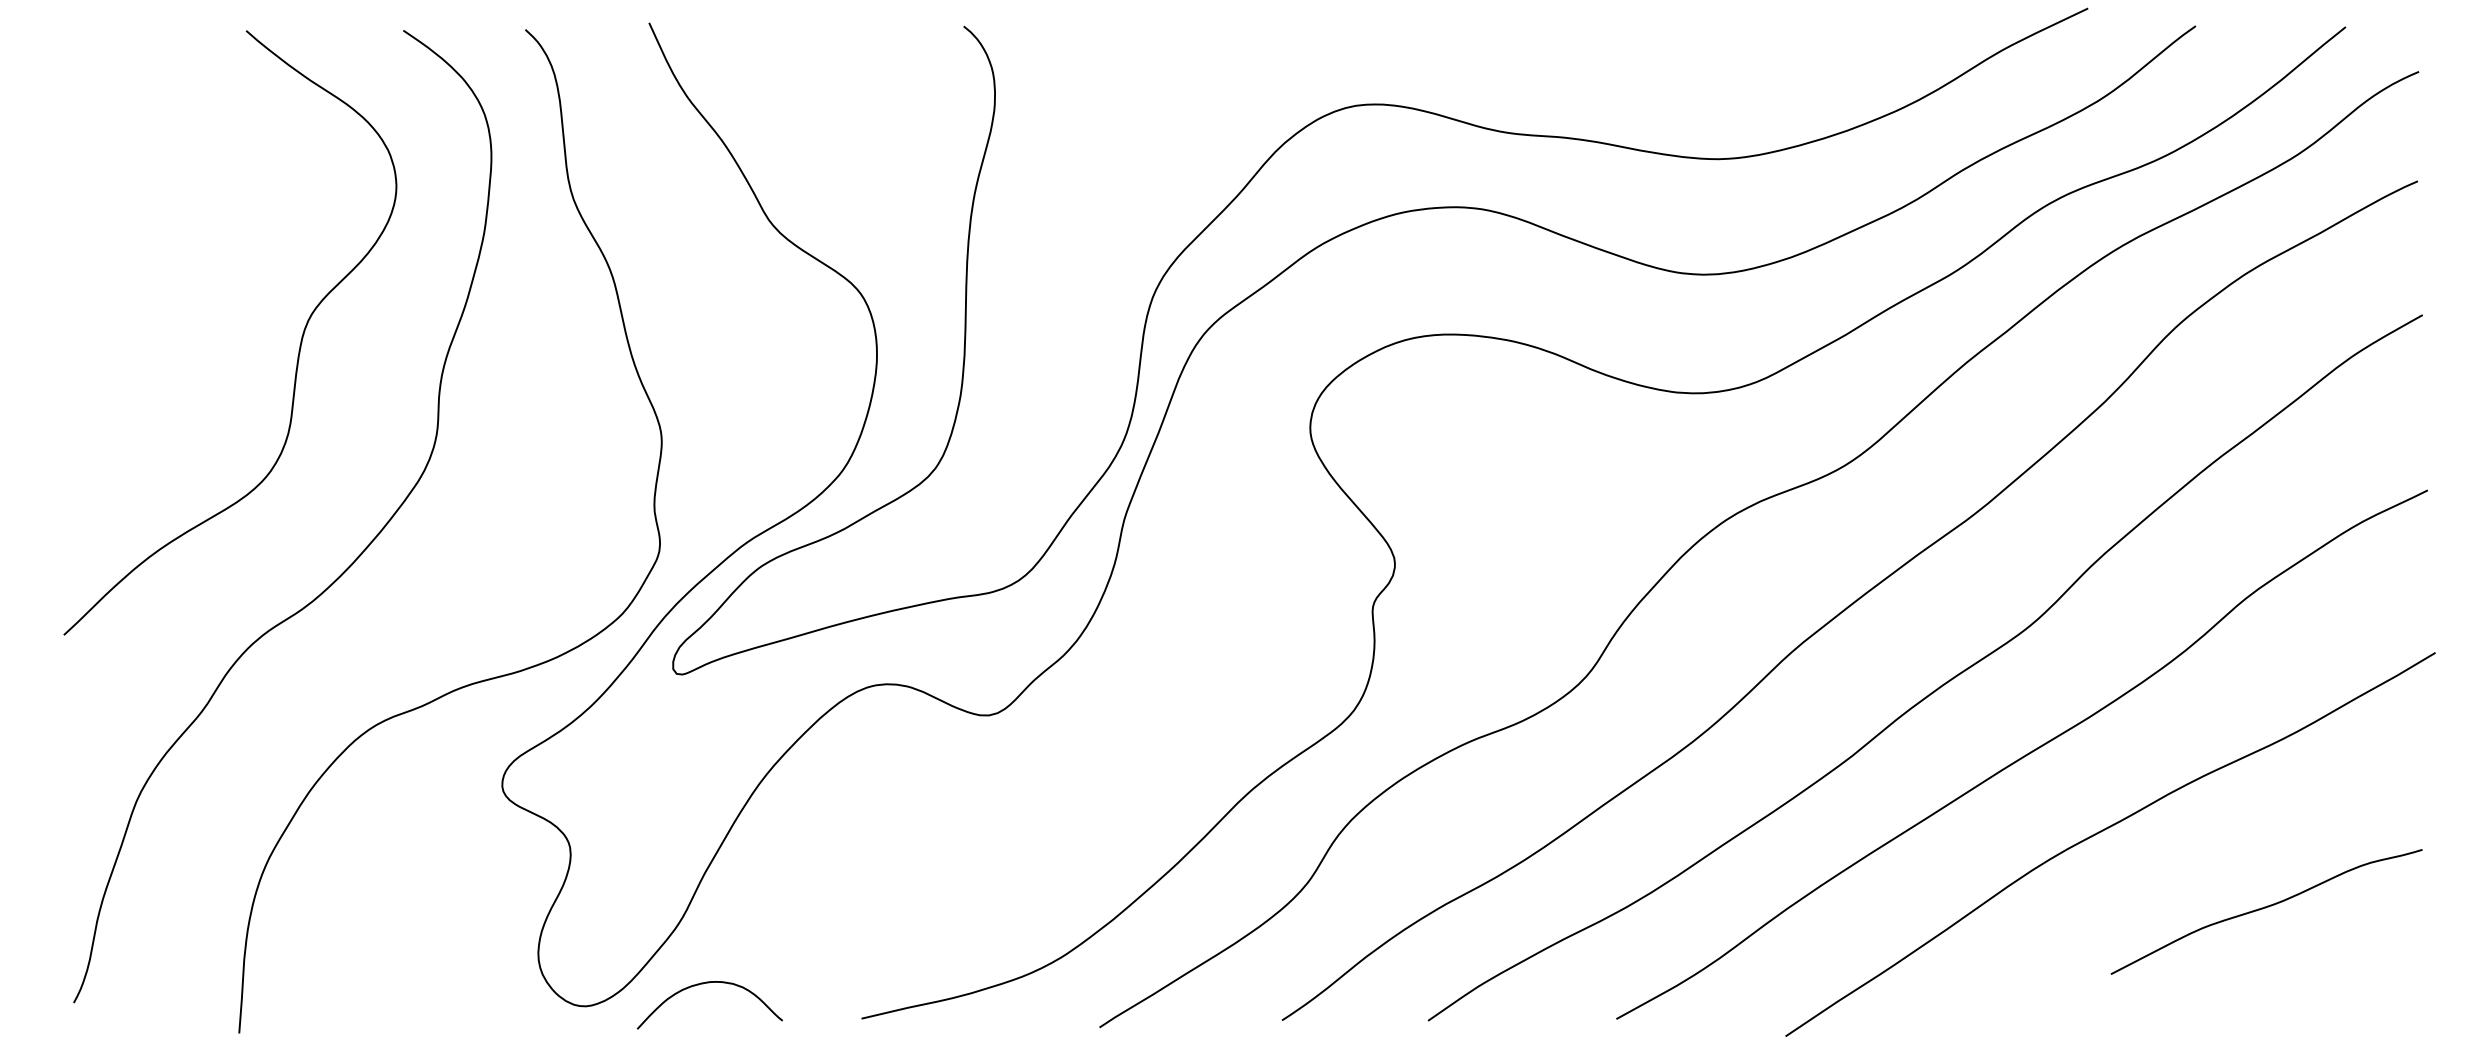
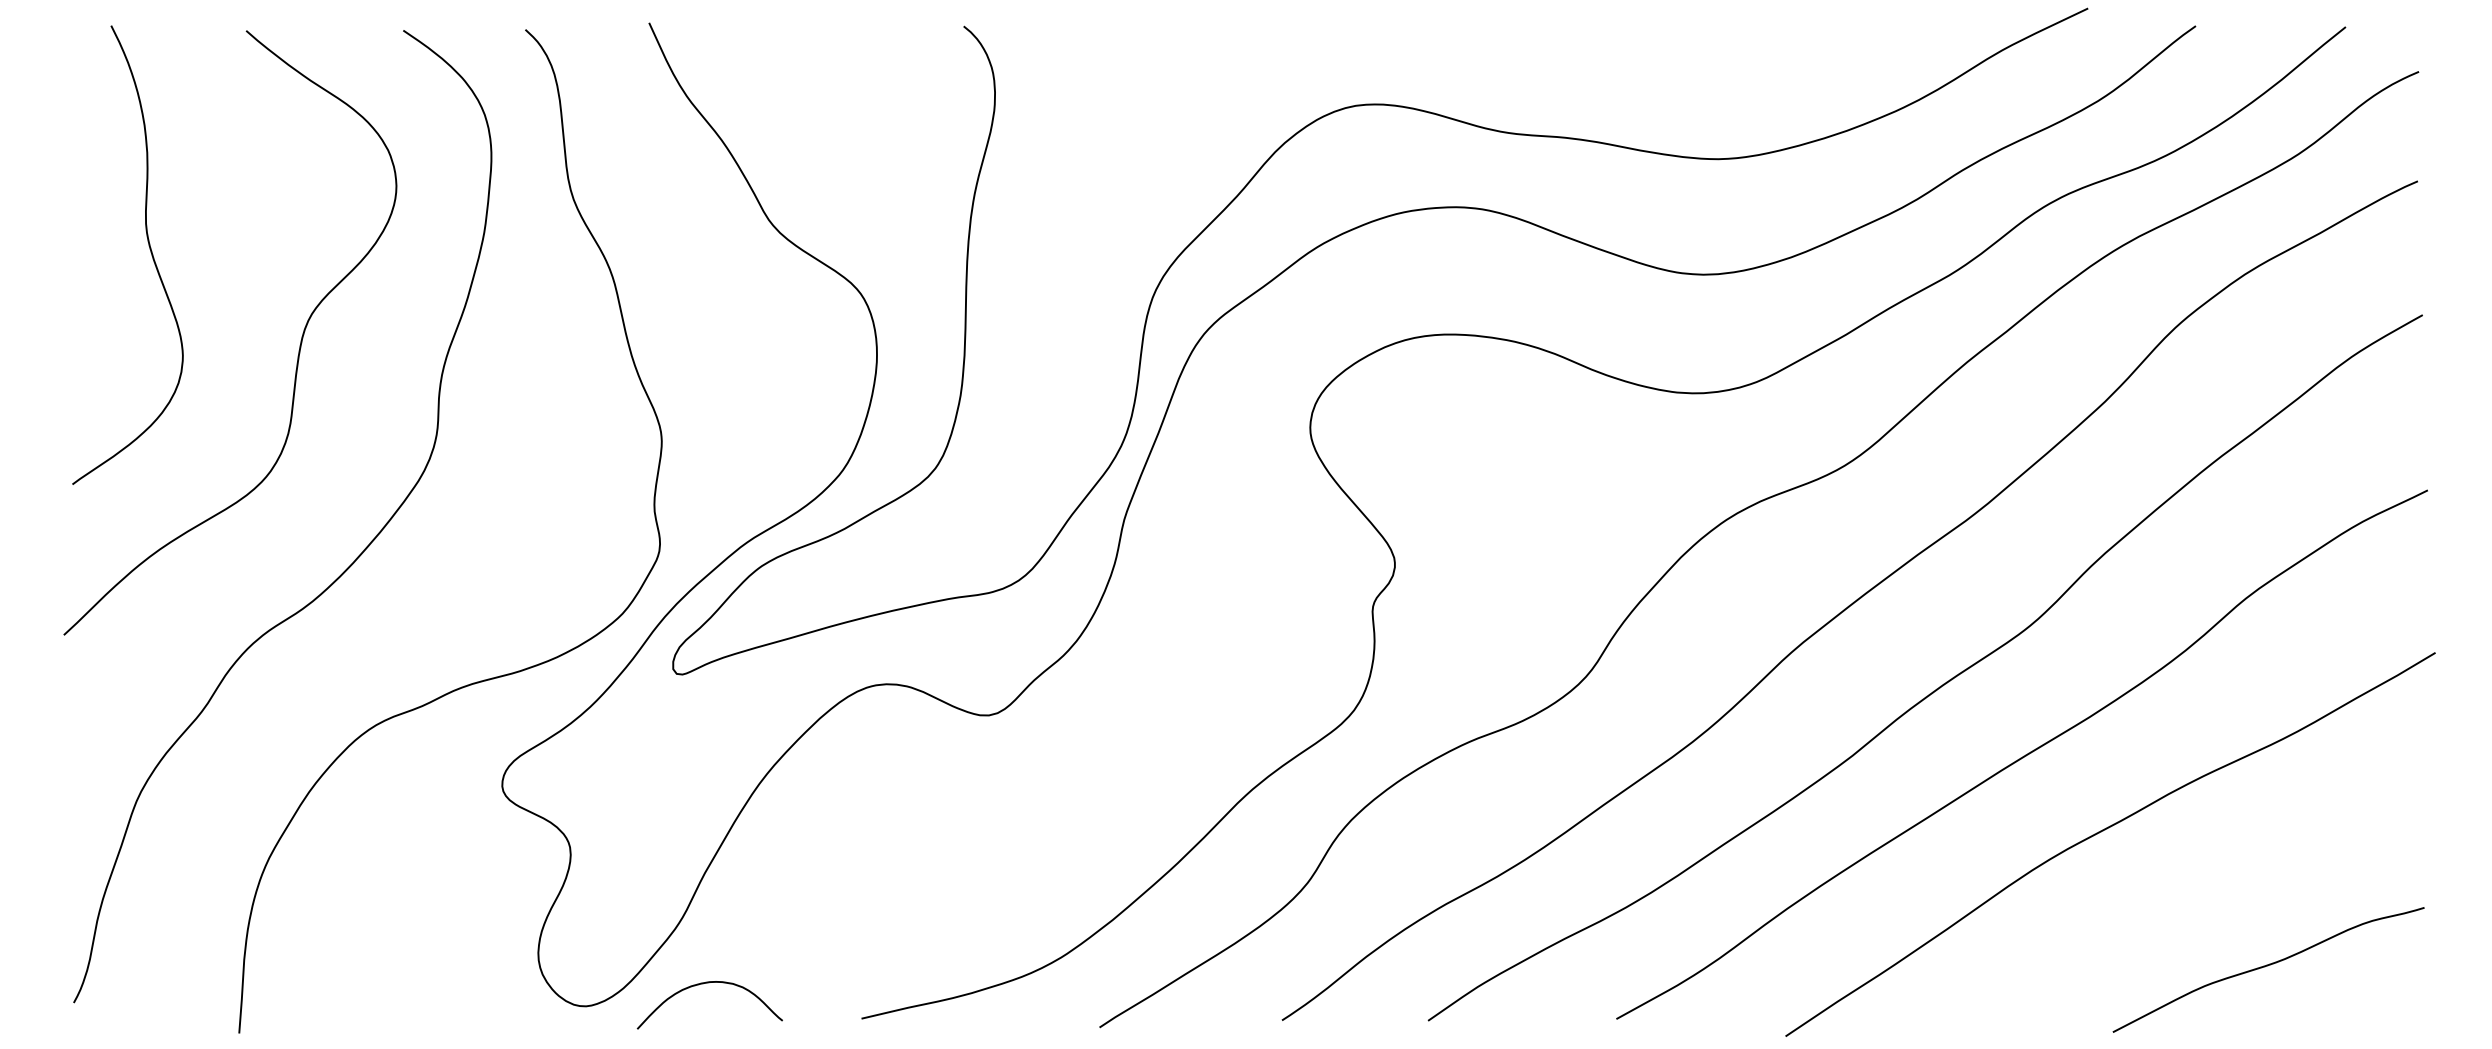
curve at (148, 246): none -> present
curve at (2265, 908) position: (2265, 908) -> (2267, 966)
